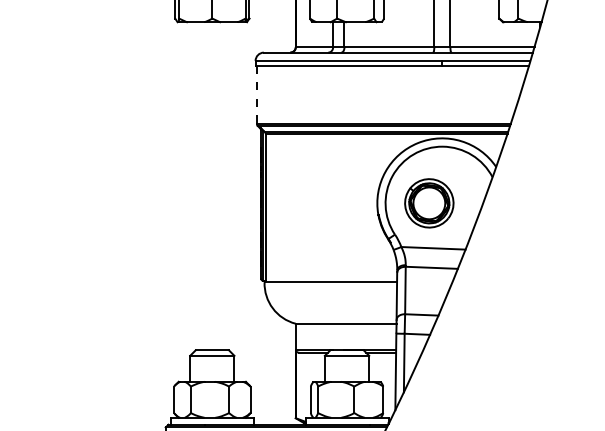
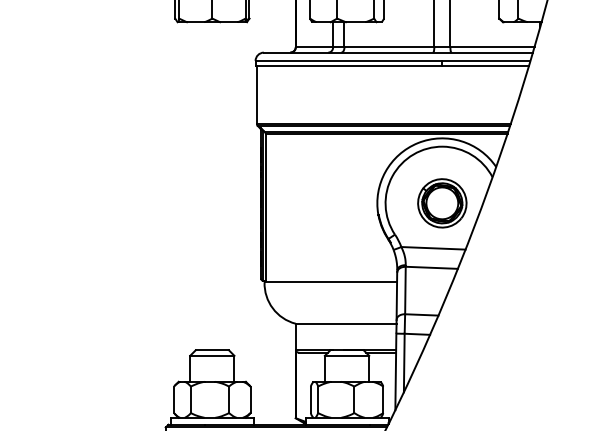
line at (257, 95): dashed -> solid
part at (429, 203) position: (429, 203) -> (442, 203)
